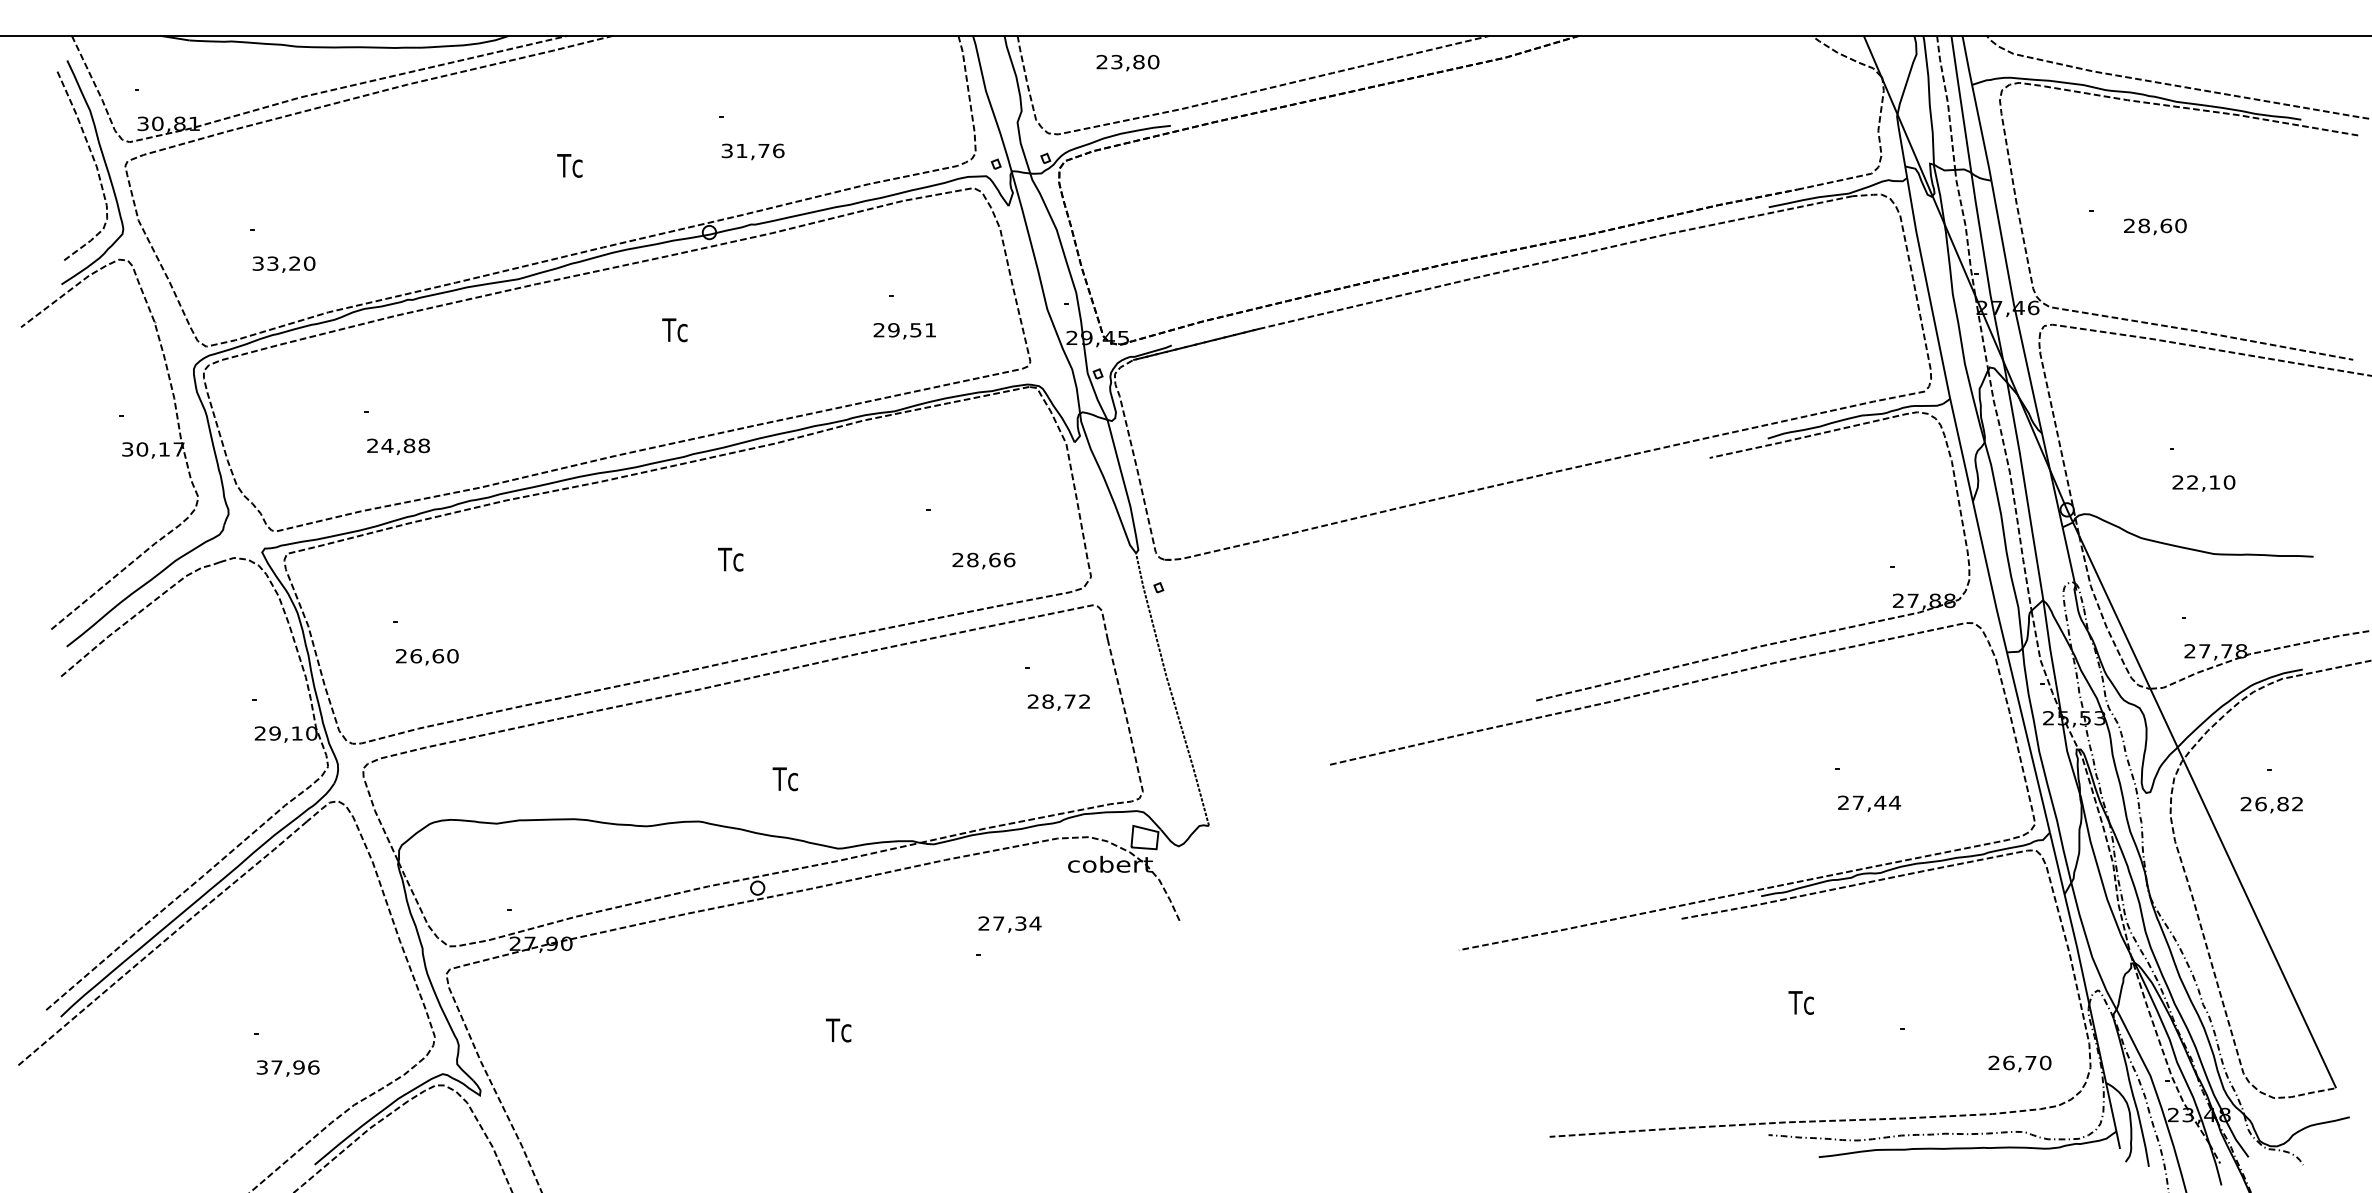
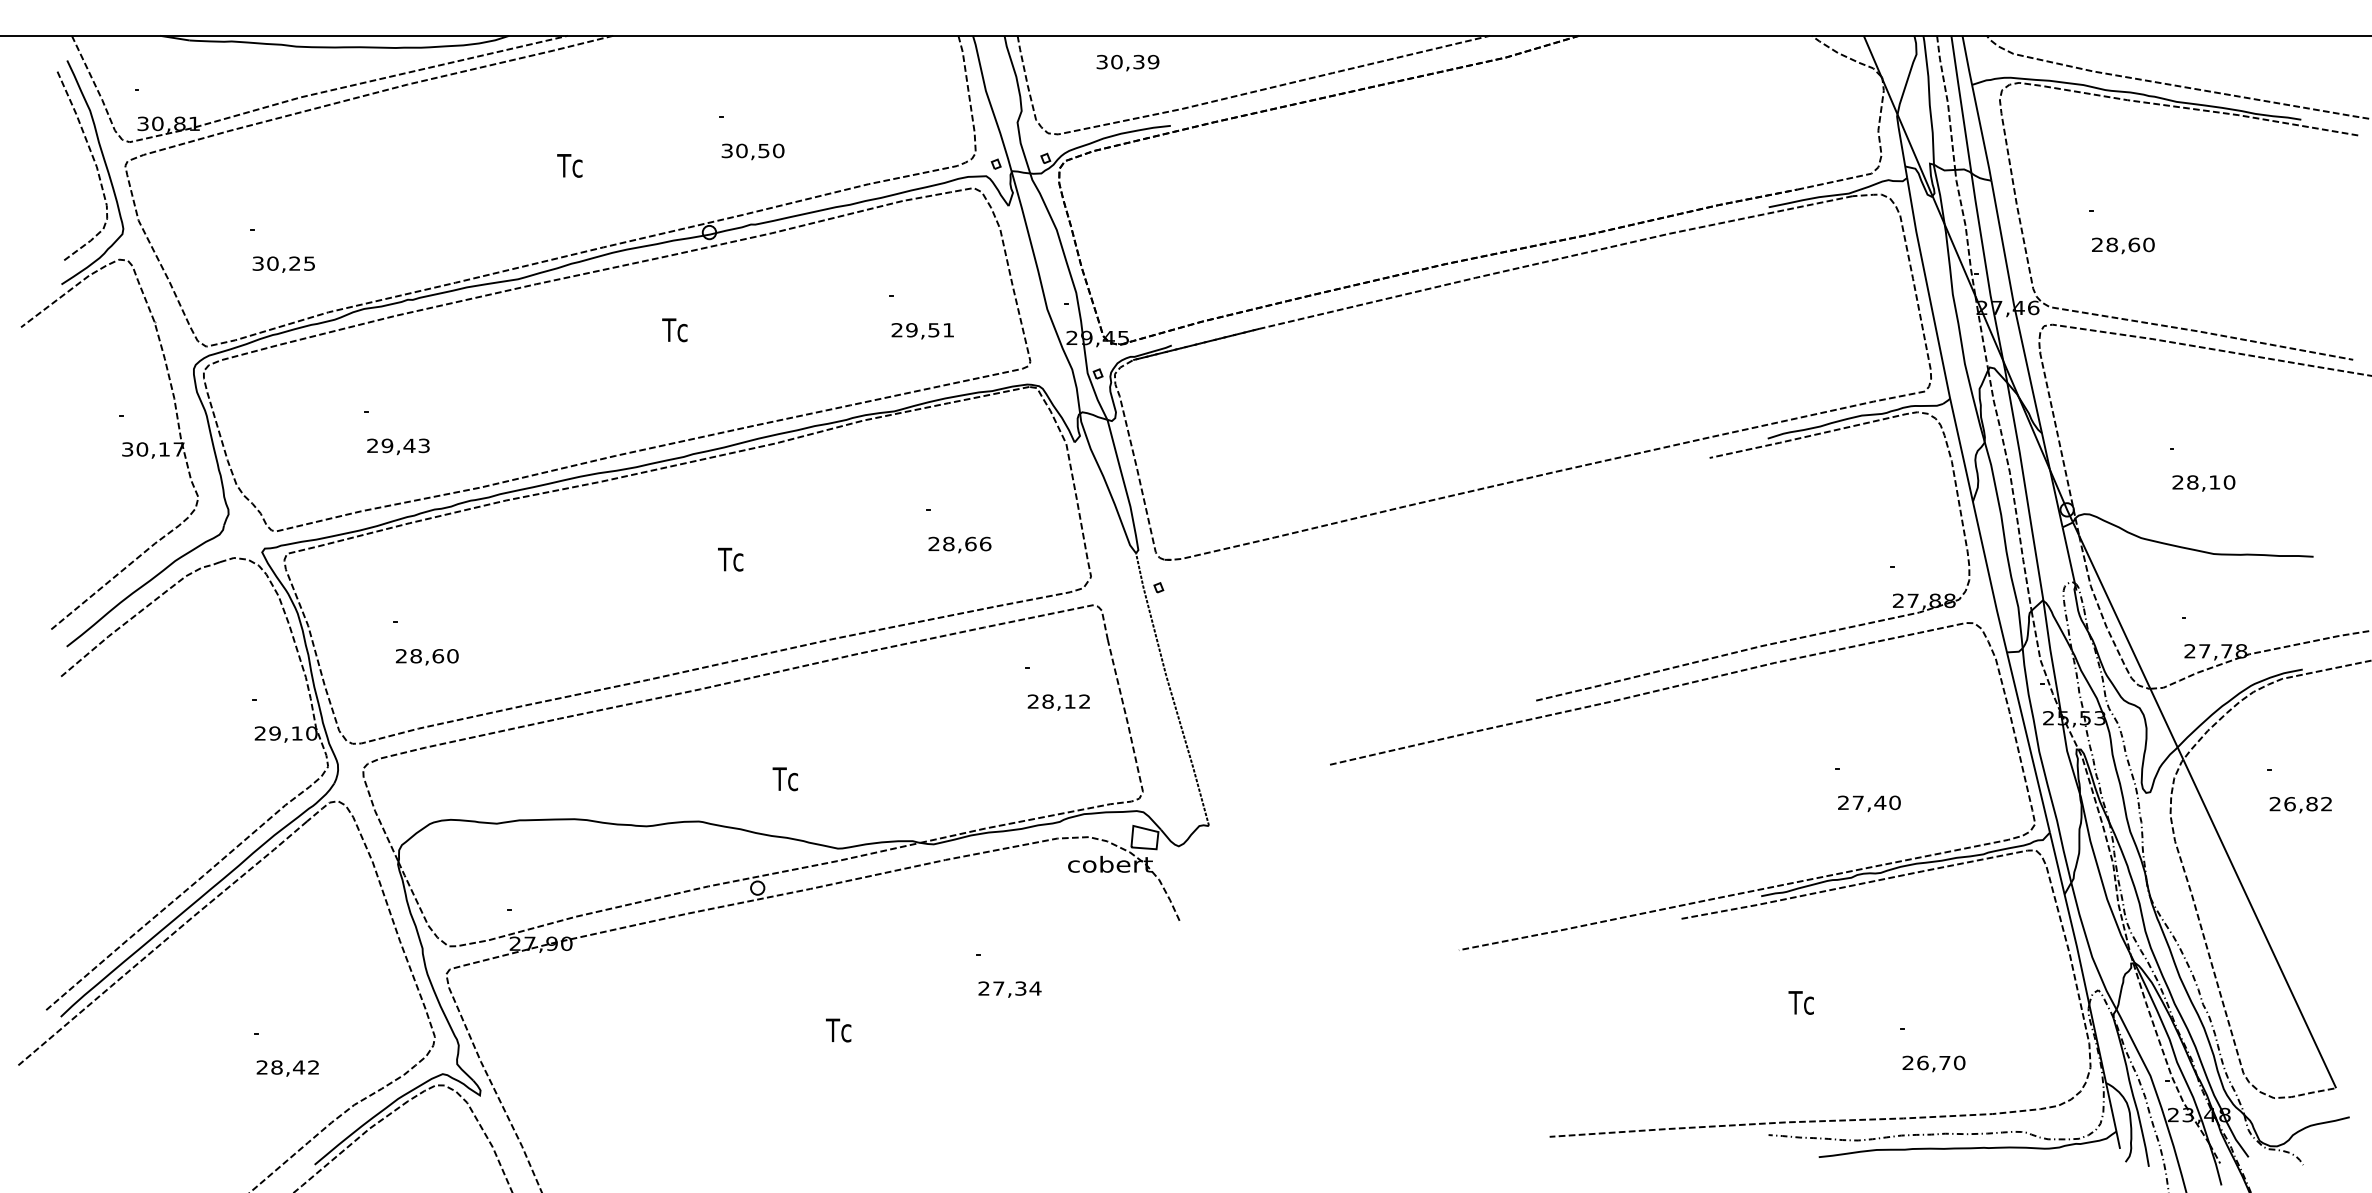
text at (1127, 62): 23,80 -> 30,39
text at (760, 150): 31,76 -> 30,50
text at (2155, 226) position: (2155, 226) -> (2123, 245)
text at (291, 263): 33,20 -> 30,25
text at (904, 331) position: (904, 331) -> (922, 331)
text at (405, 445): 24,88 -> 29,43
text at (2192, 482): 22,10 -> 28,10
text at (983, 560) position: (983, 560) -> (959, 544)
text at (416, 656): 26,60 -> 28,60
text at (1069, 701): 28,72 -> 28,12
text at (1894, 802): 27,44 -> 27,40
text at (2271, 805) position: (2271, 805) -> (2300, 805)
text at (1009, 924) position: (1009, 924) -> (1009, 989)
text at (2019, 1063) position: (2019, 1063) -> (1933, 1063)
text at (287, 1067): 37,96 -> 28,42
